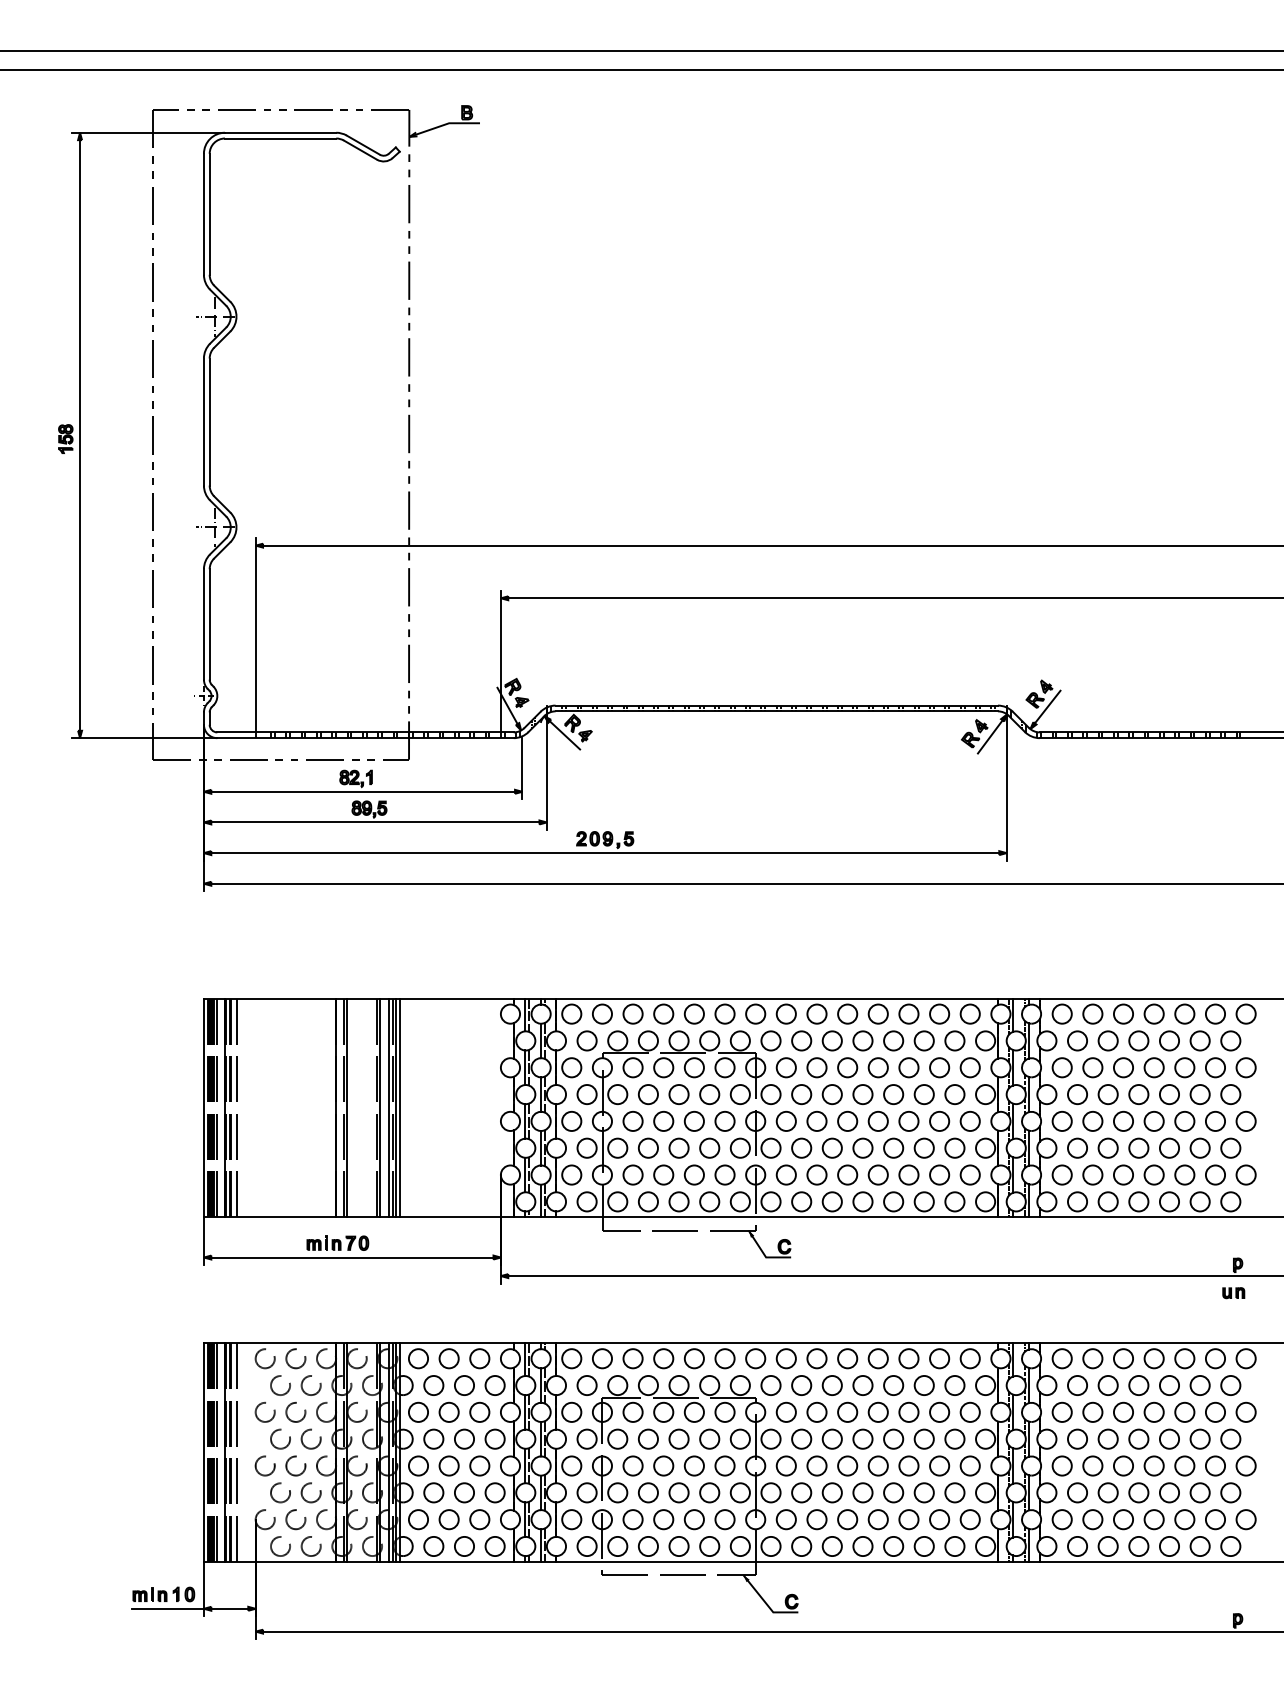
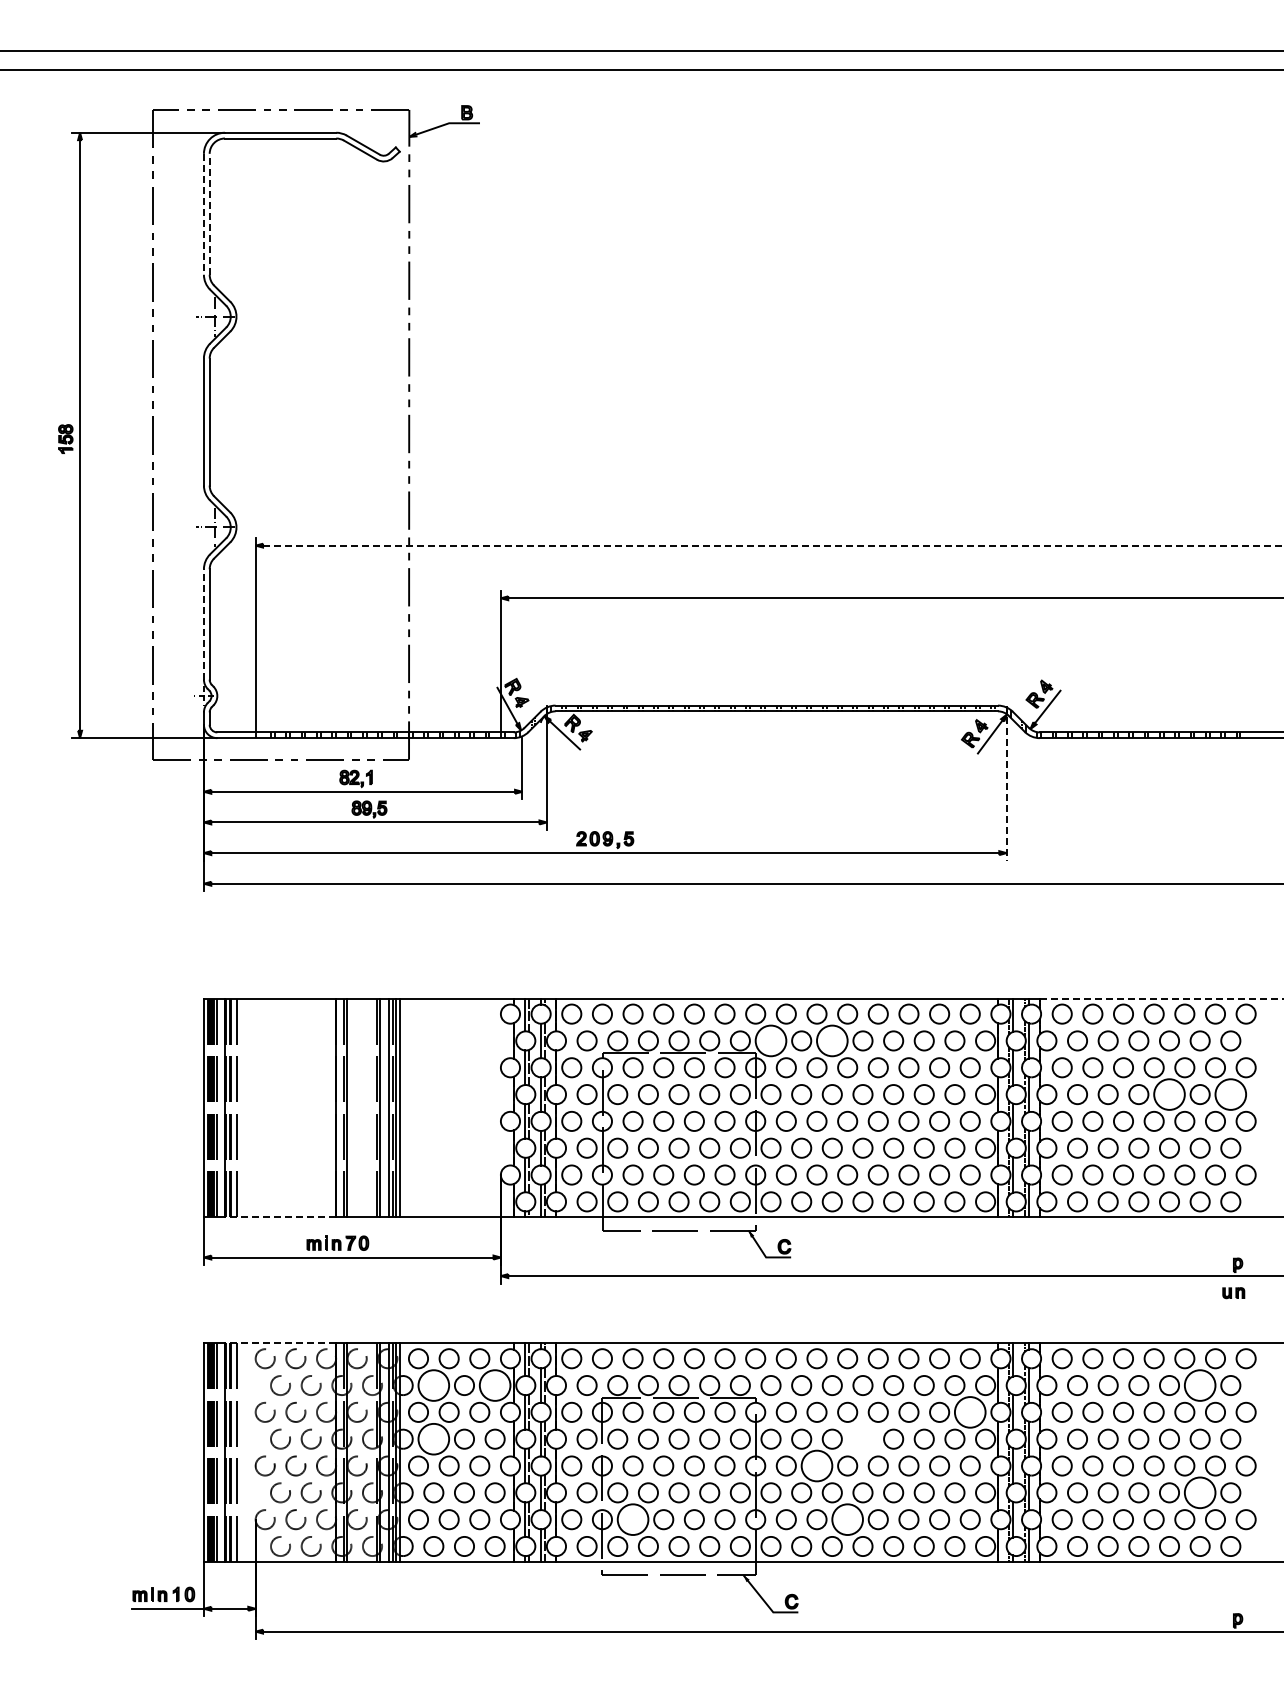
line at (209, 213): solid -> dashed
line at (203, 214): solid -> dashed
line at (774, 545): solid -> dashed
line at (203, 623): solid -> dashed
line at (1006, 783): solid -> dashed
line at (1161, 998): solid -> dashed
circle at (770, 1040) diameter: 19 px -> 31 px
circle at (831, 1040) diameter: 19 px -> 31 px
circle at (1169, 1094) diameter: 19 px -> 31 px
circle at (1230, 1094) diameter: 19 px -> 31 px
line at (280, 1217): solid -> dashed
line at (280, 1343): solid -> dashed
circle at (433, 1385) diameter: 19 px -> 31 px
circle at (494, 1385) diameter: 19 px -> 31 px
circle at (1199, 1385) diameter: 19 px -> 31 px
circle at (969, 1411) diameter: 19 px -> 31 px
circle at (433, 1438) diameter: 19 px -> 31 px
circle at (862, 1438): present -> none
circle at (816, 1465) diameter: 19 px -> 31 px
circle at (1199, 1492) diameter: 19 px -> 31 px
circle at (632, 1519) diameter: 19 px -> 31 px
circle at (847, 1519) diameter: 19 px -> 31 px
